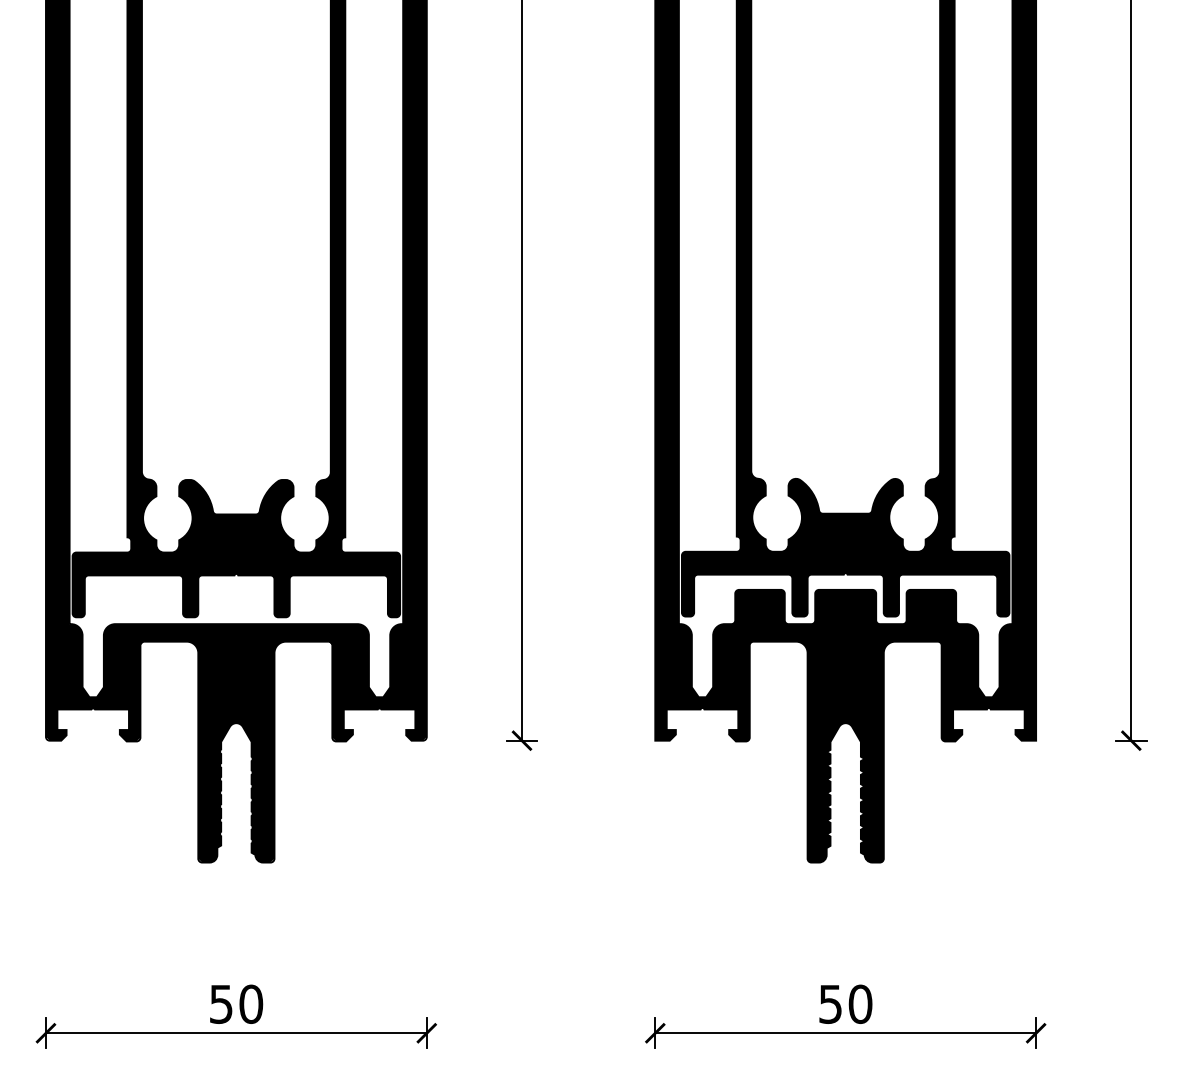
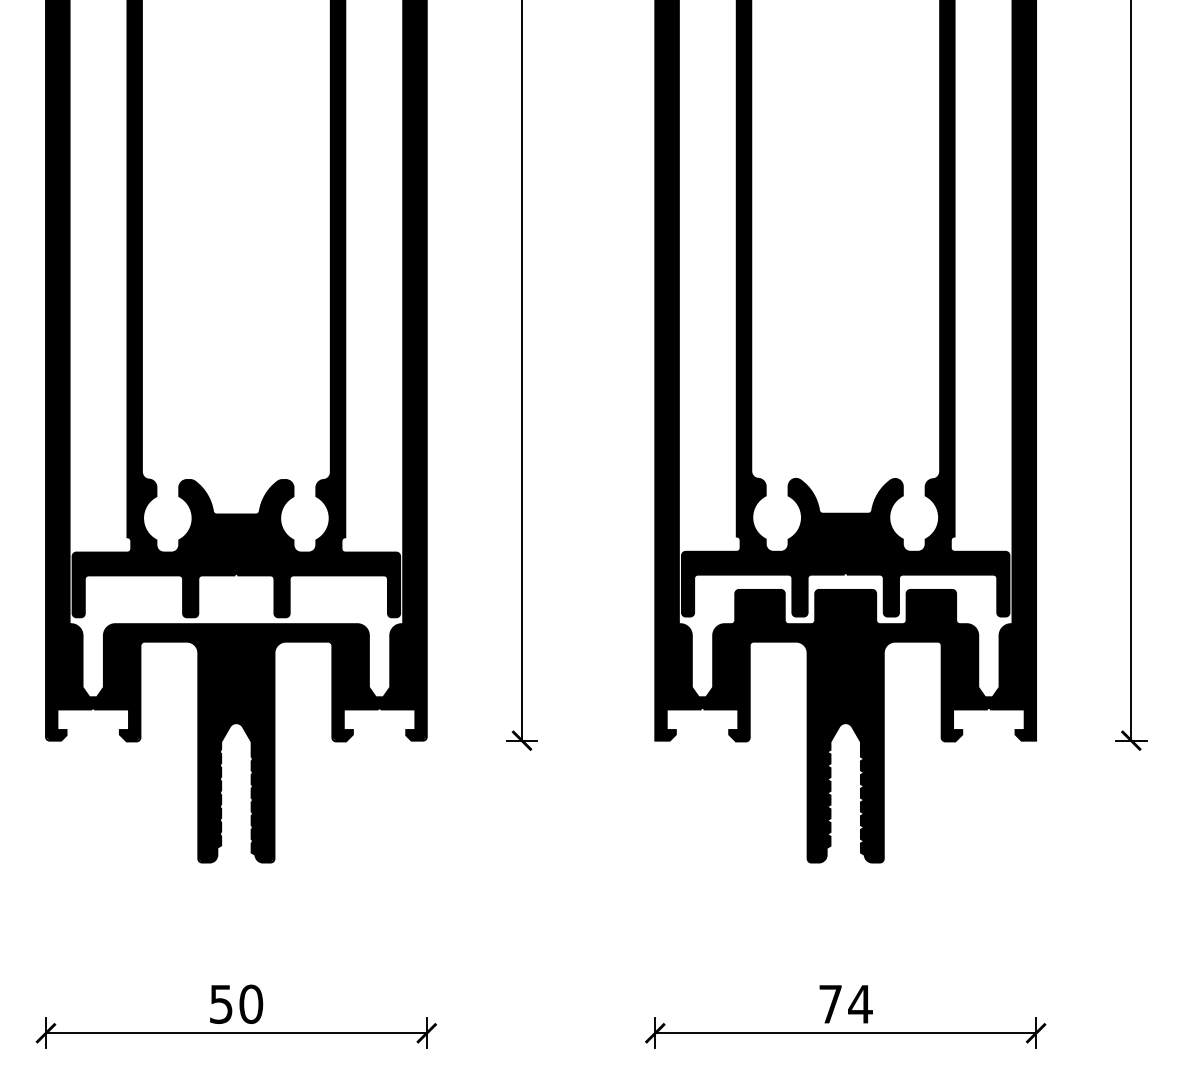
text at (845, 1003): 50 -> 74
